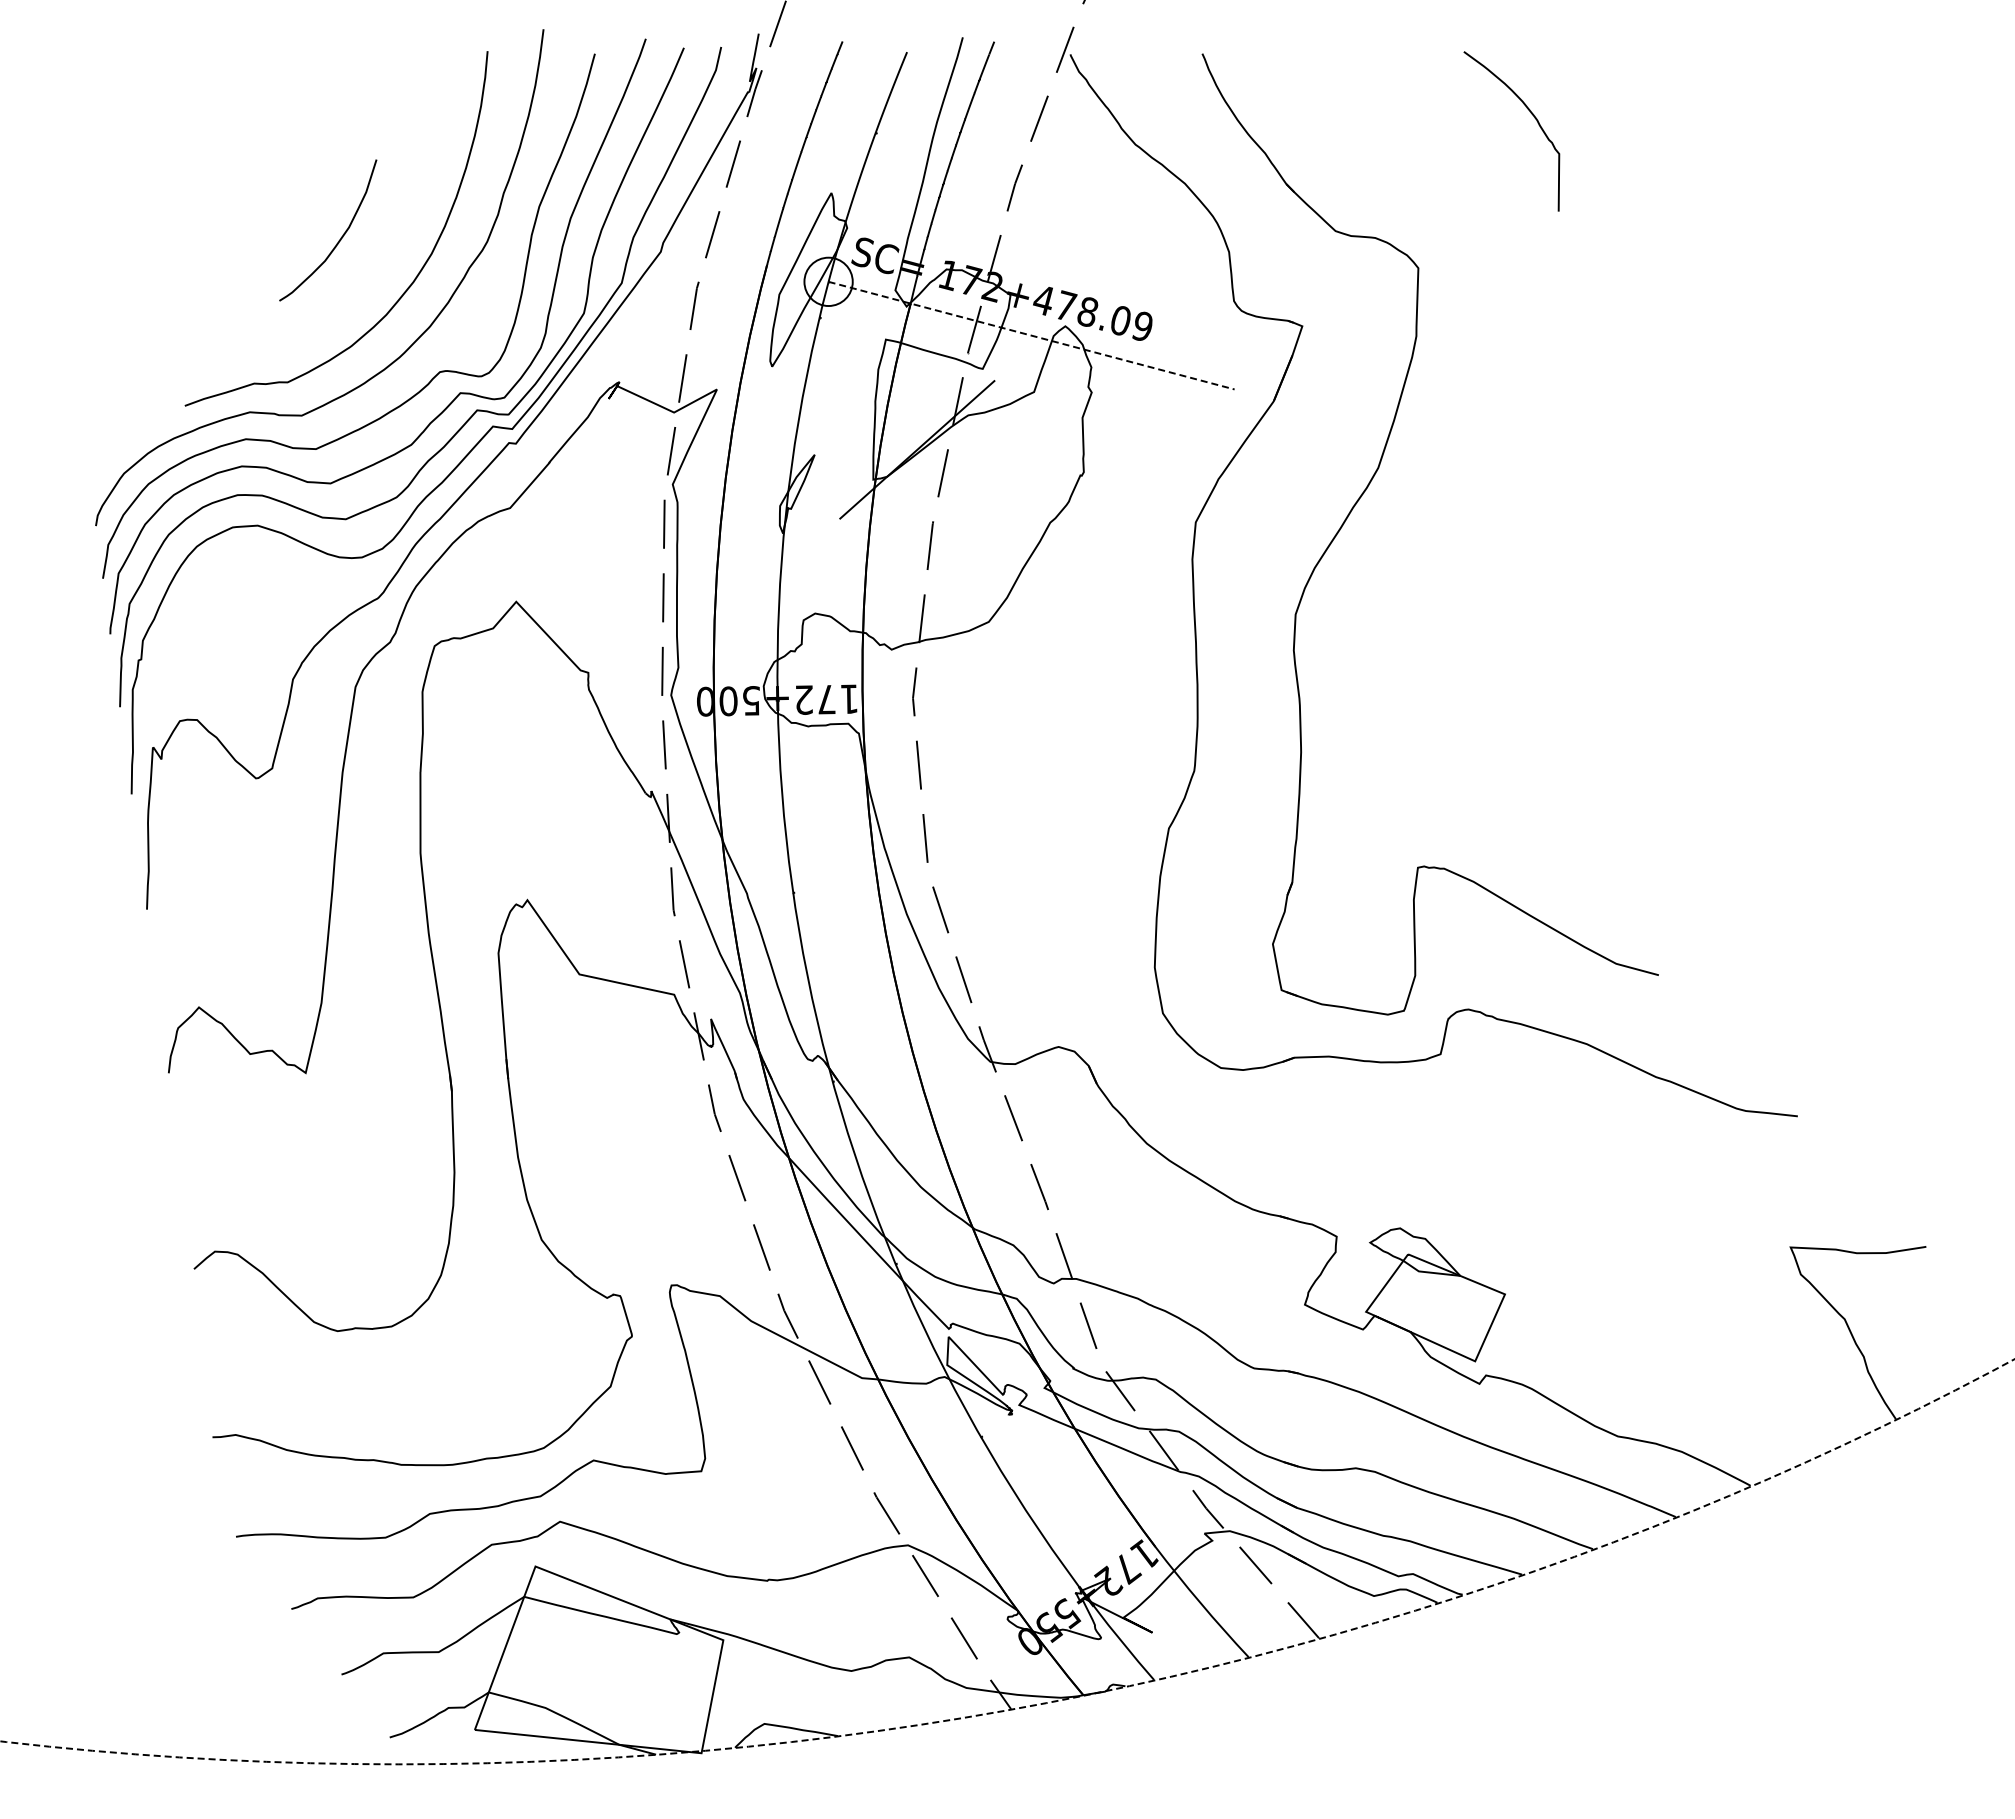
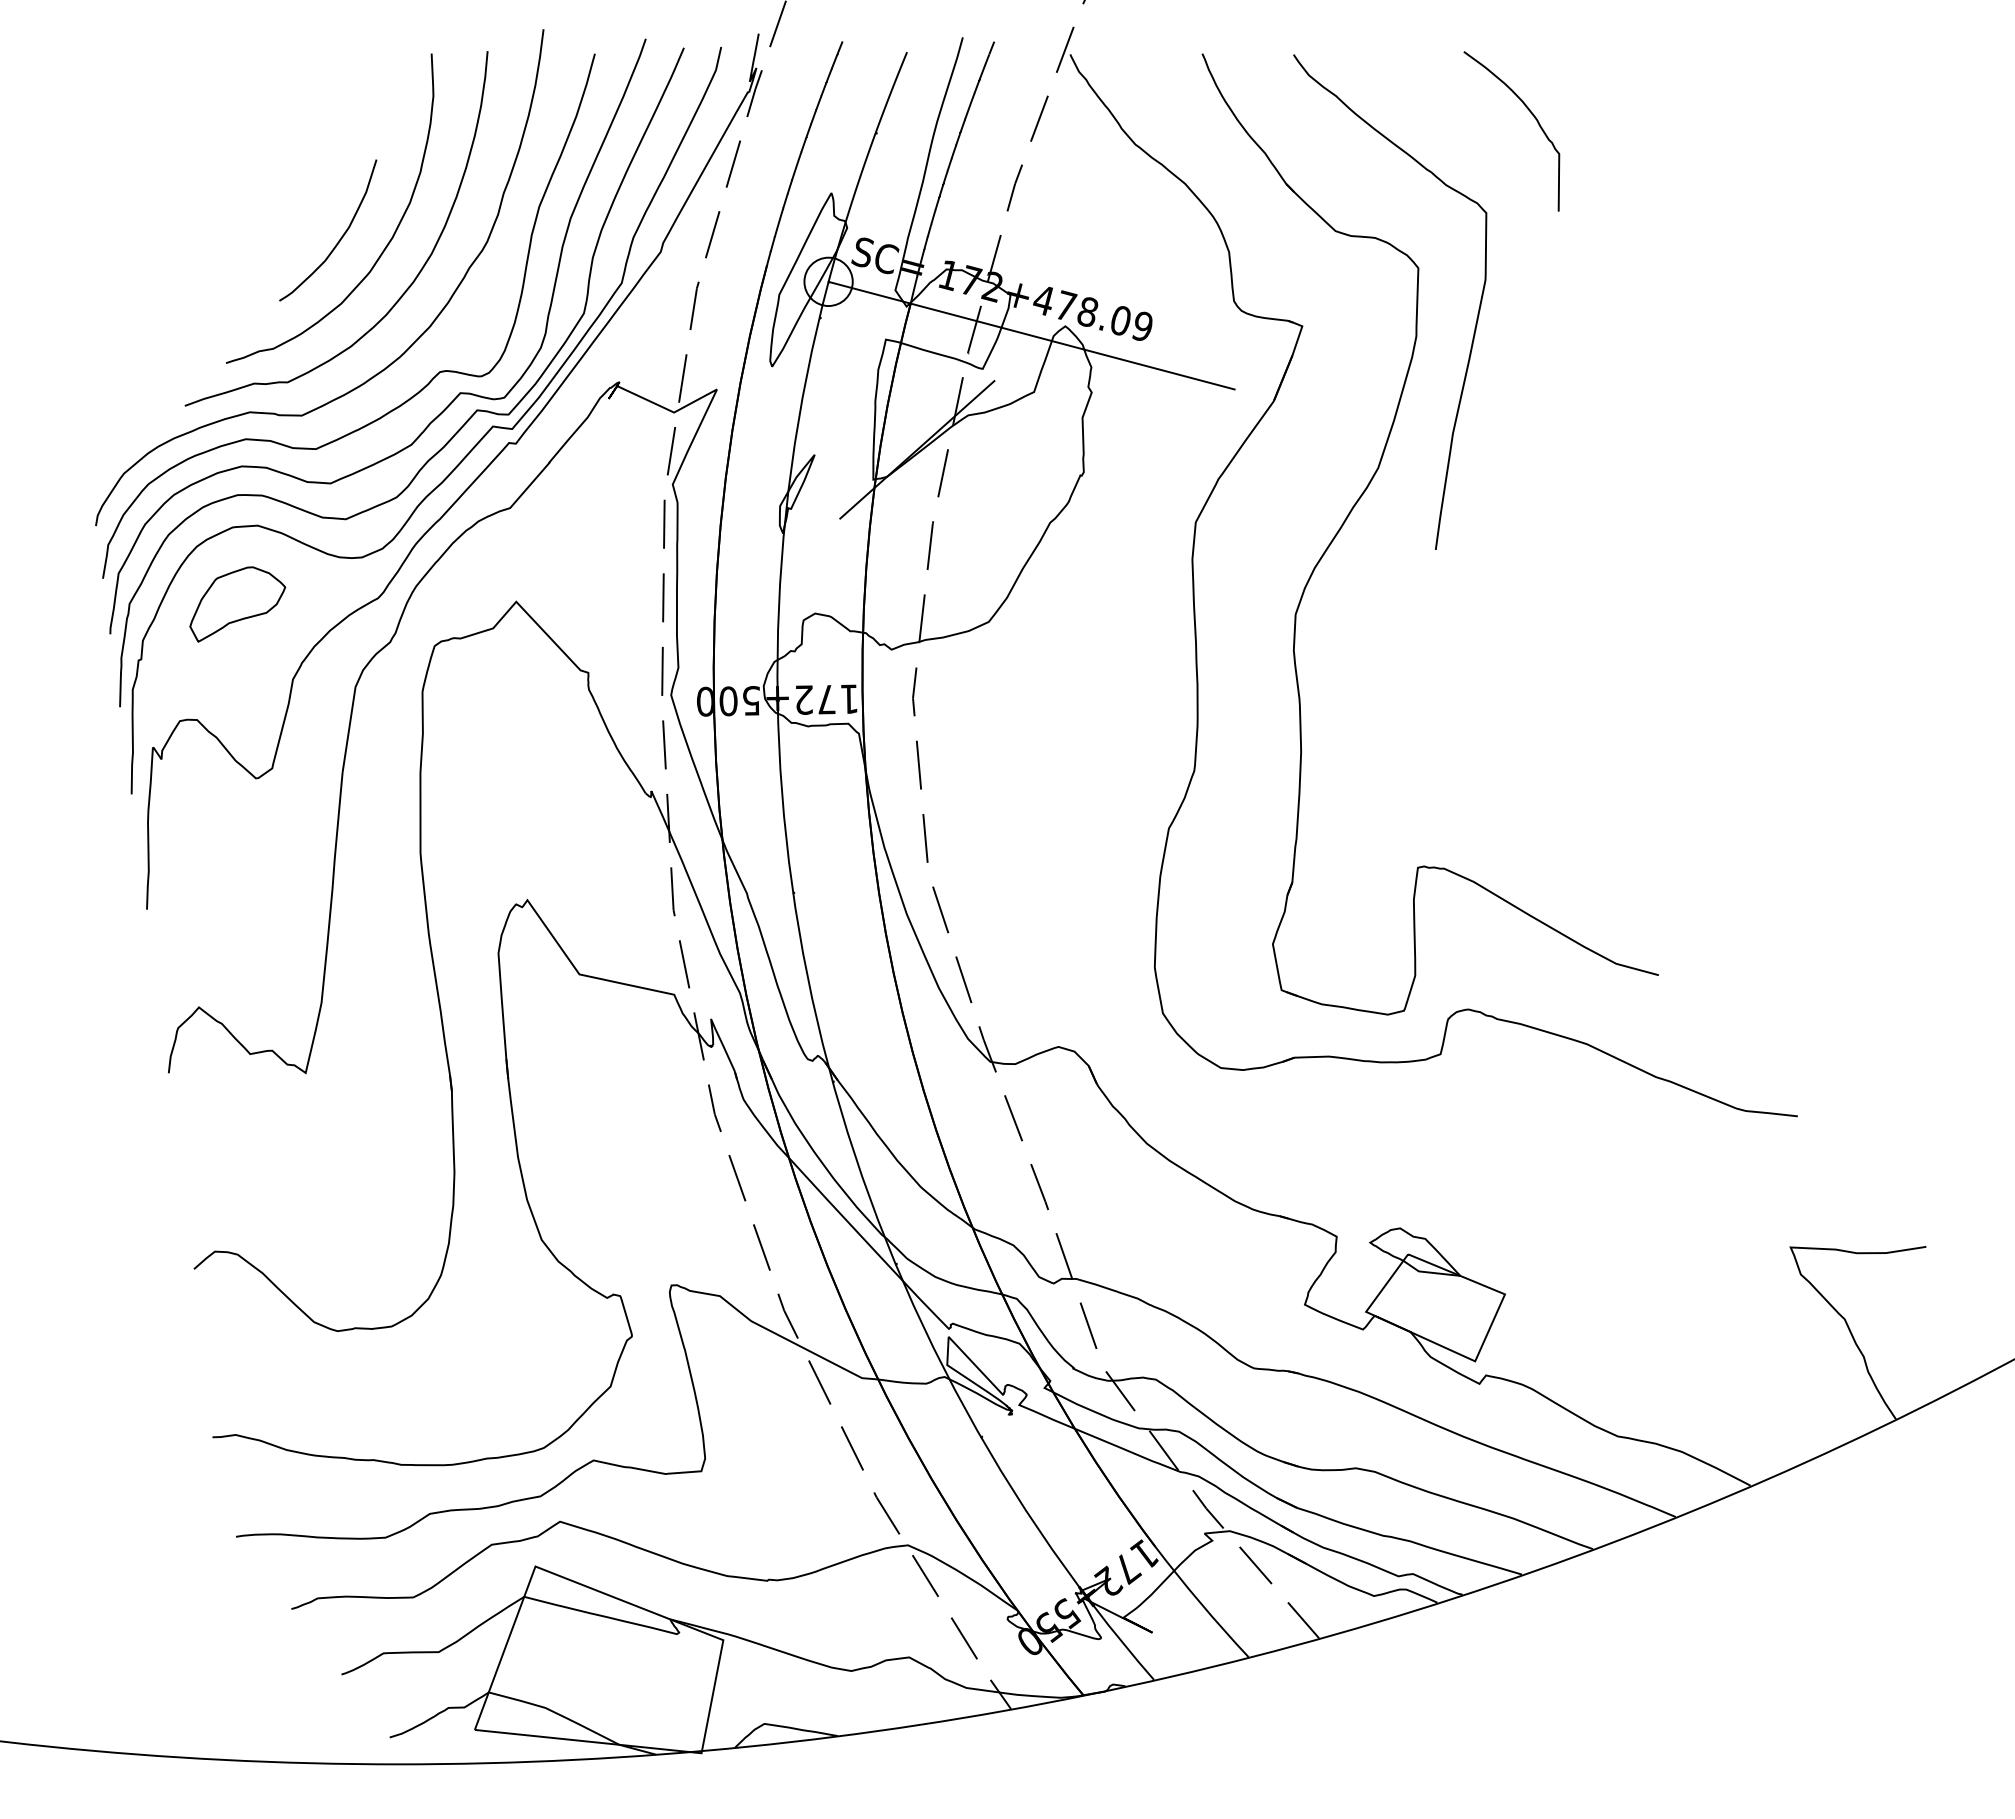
curve at (388, 241): none -> present
curve at (1476, 318): none -> present
line at (1032, 335): dashed -> solid
part at (237, 604): none -> present
circle at (1007, 1561): dashed -> solid
